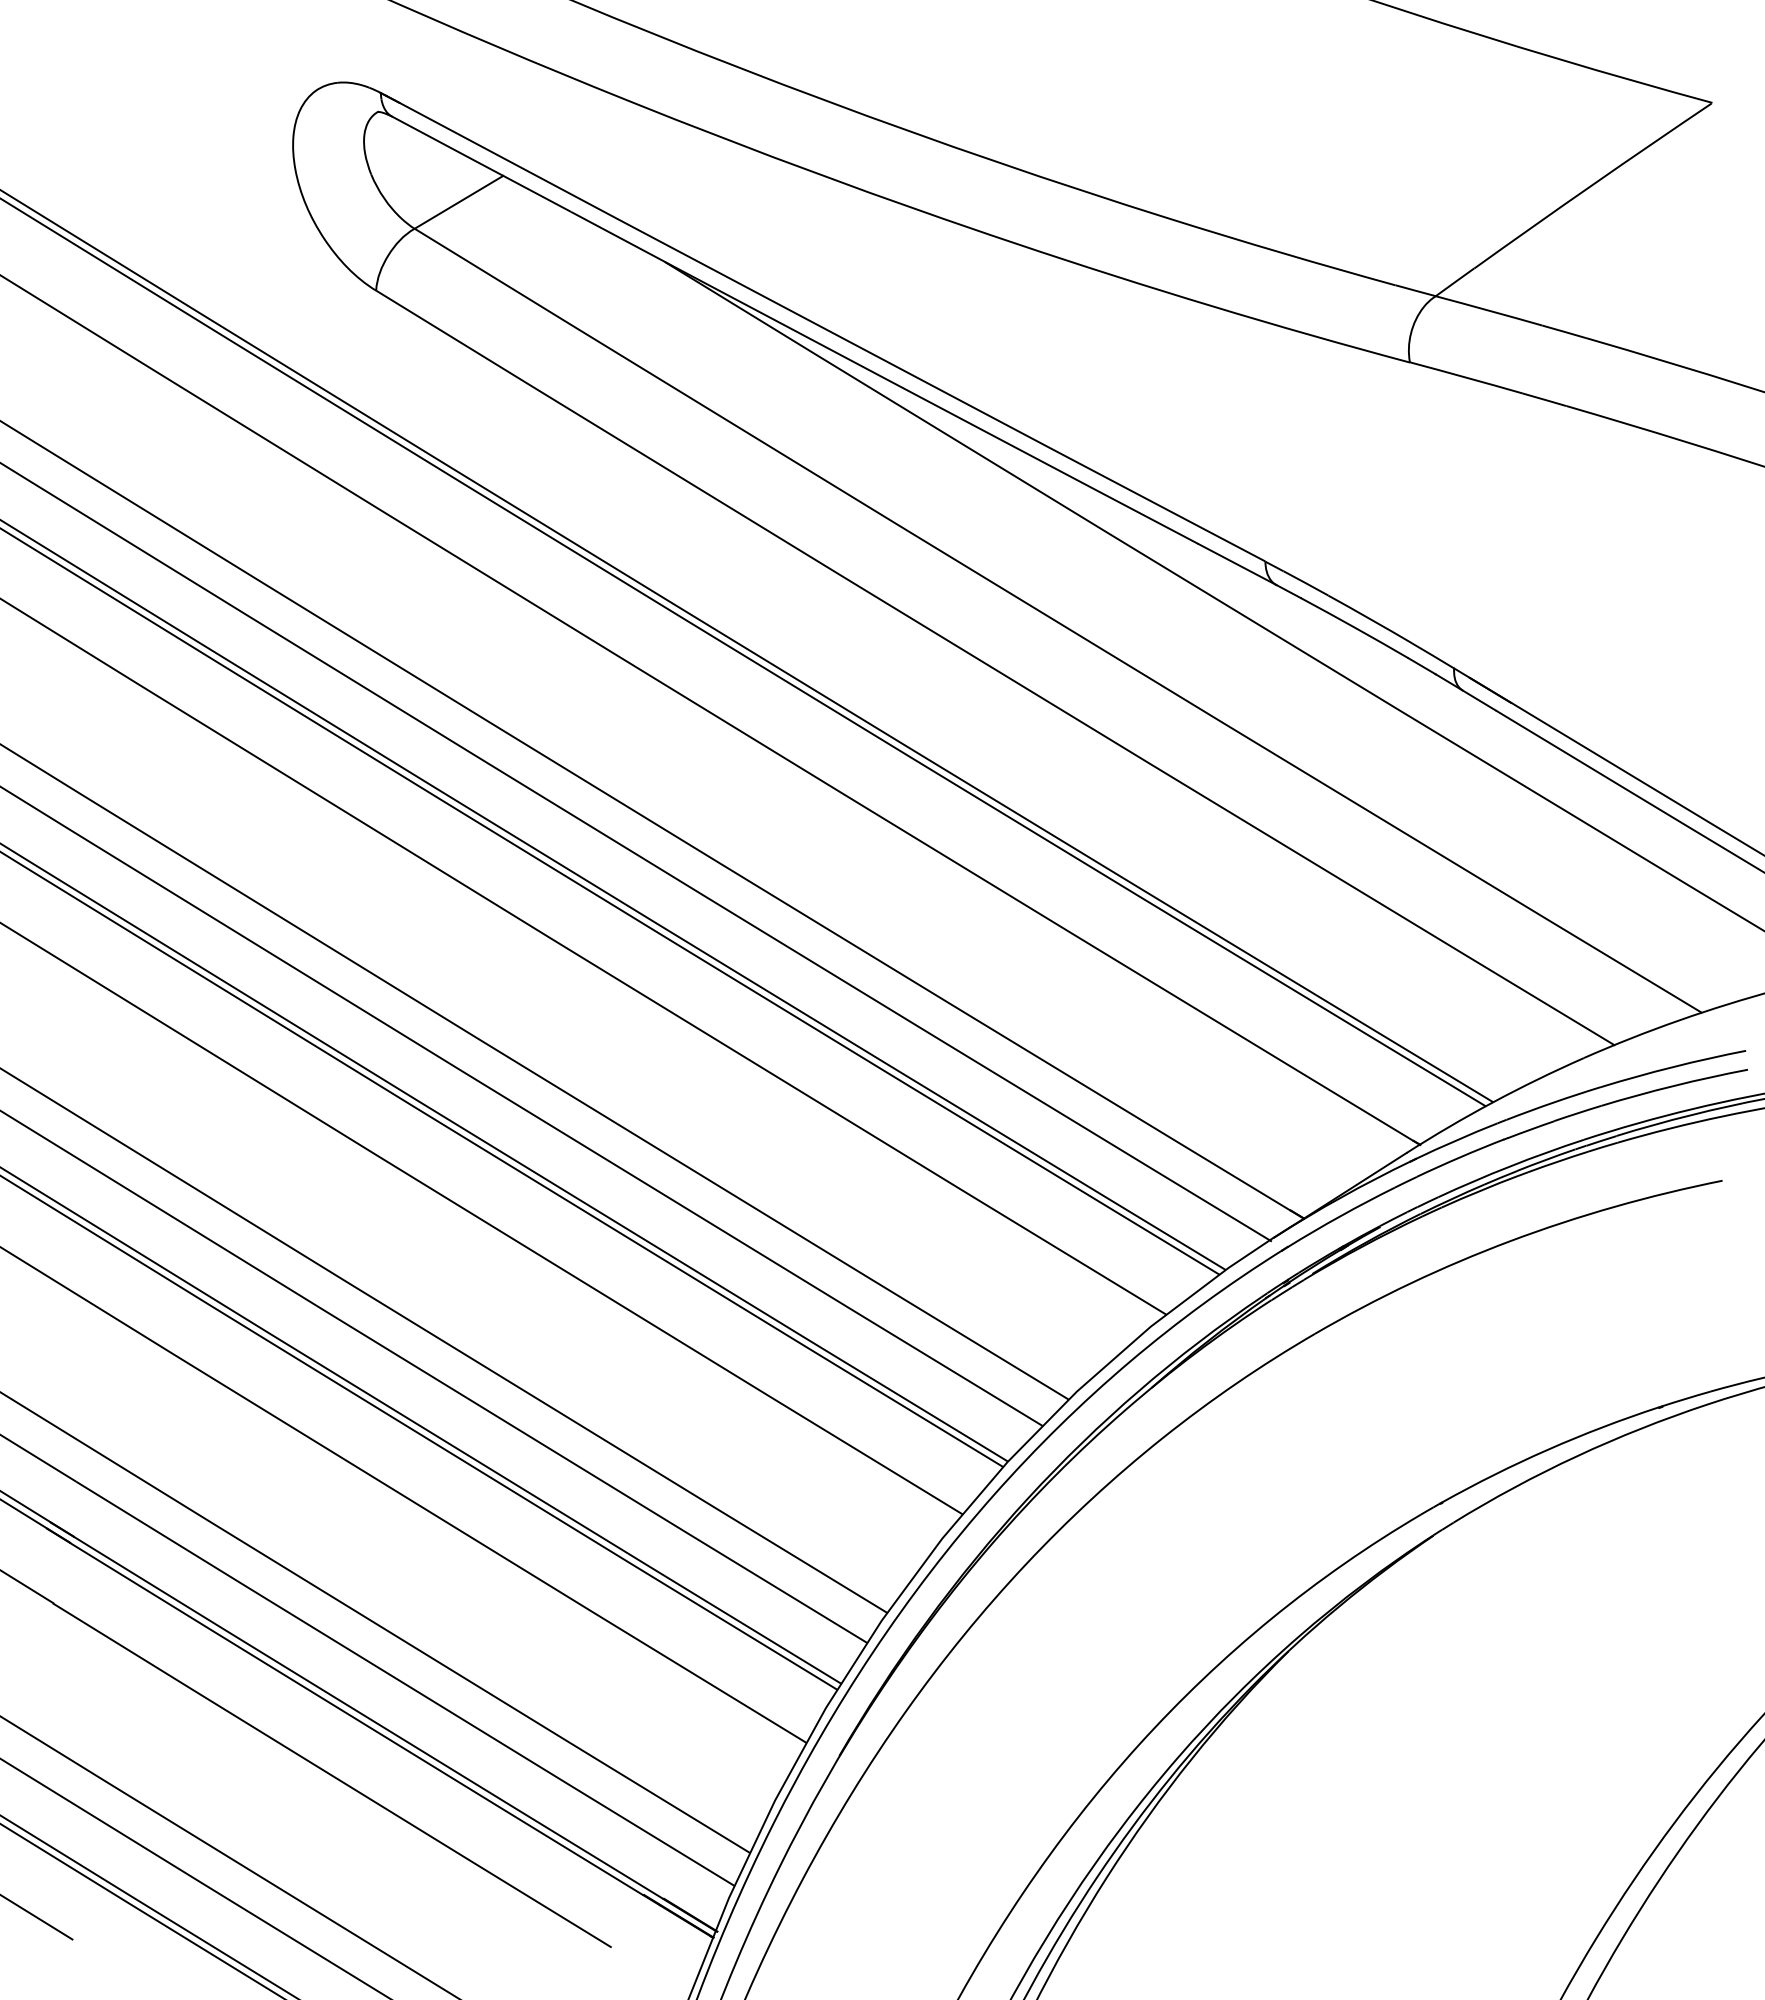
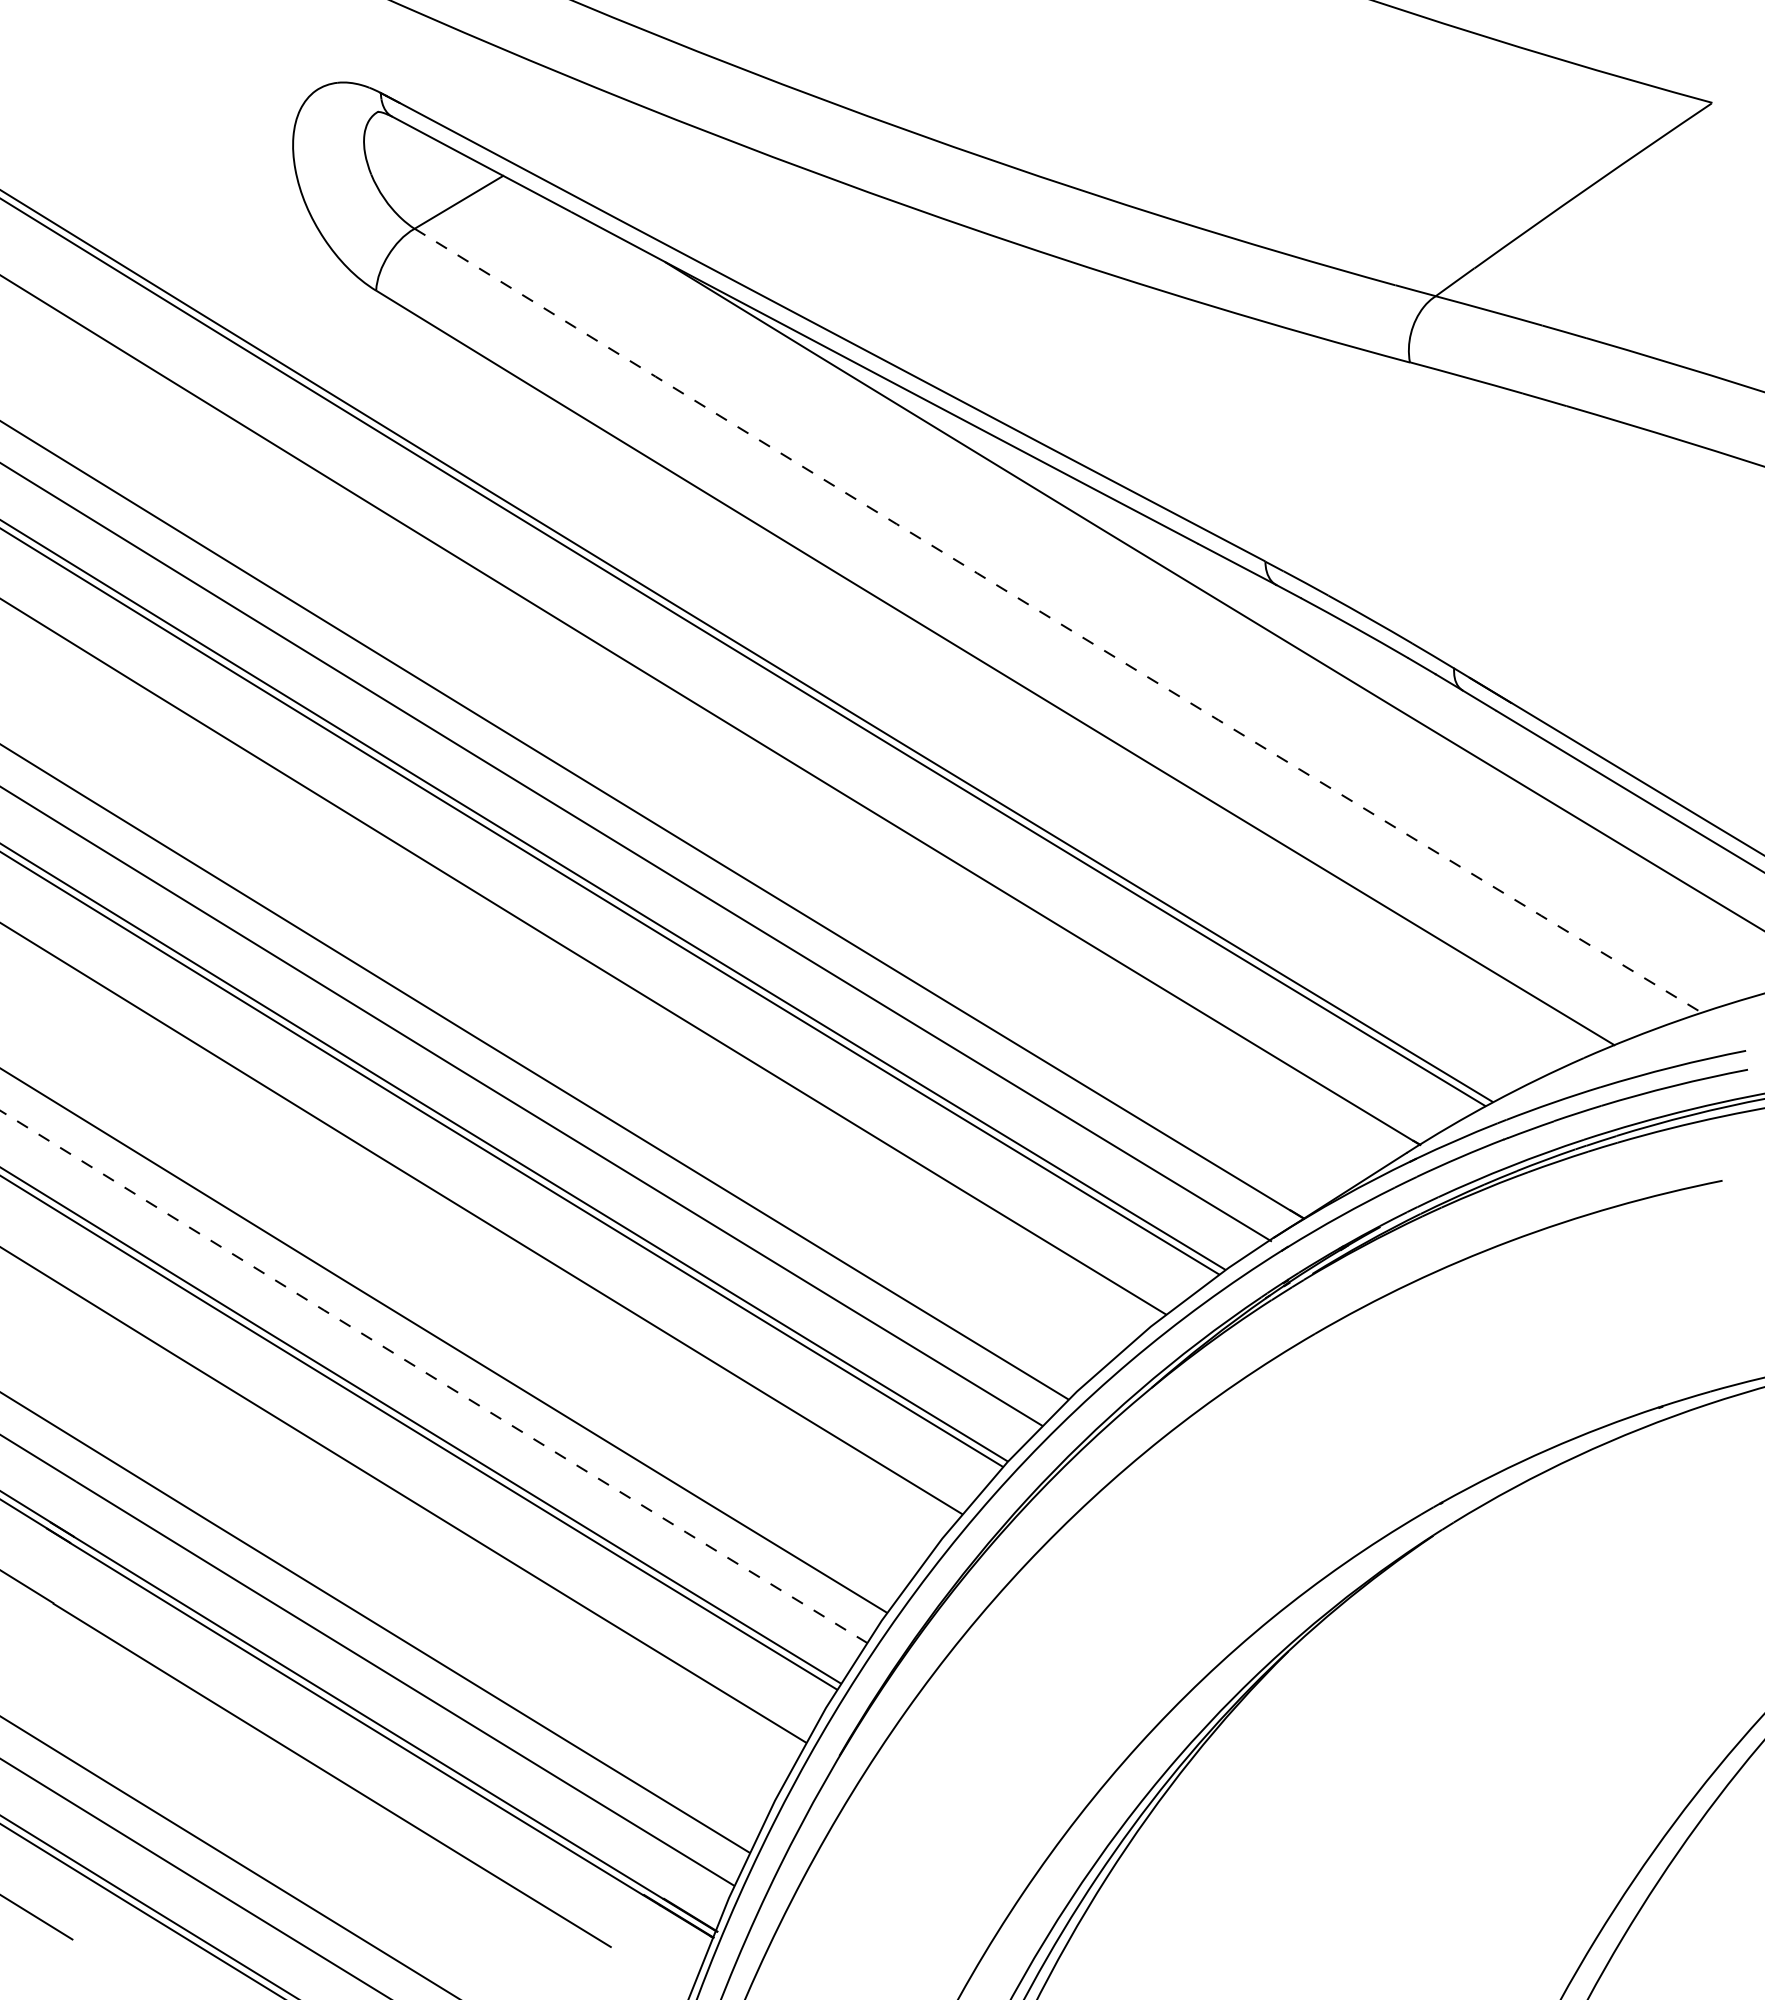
arc at (1057, 622): solid -> dashed
arc at (433, 1377): solid -> dashed
